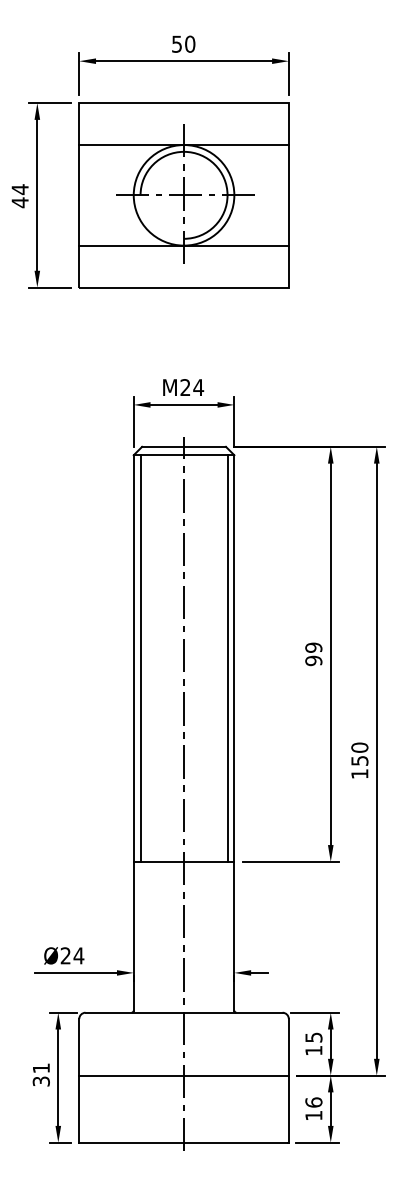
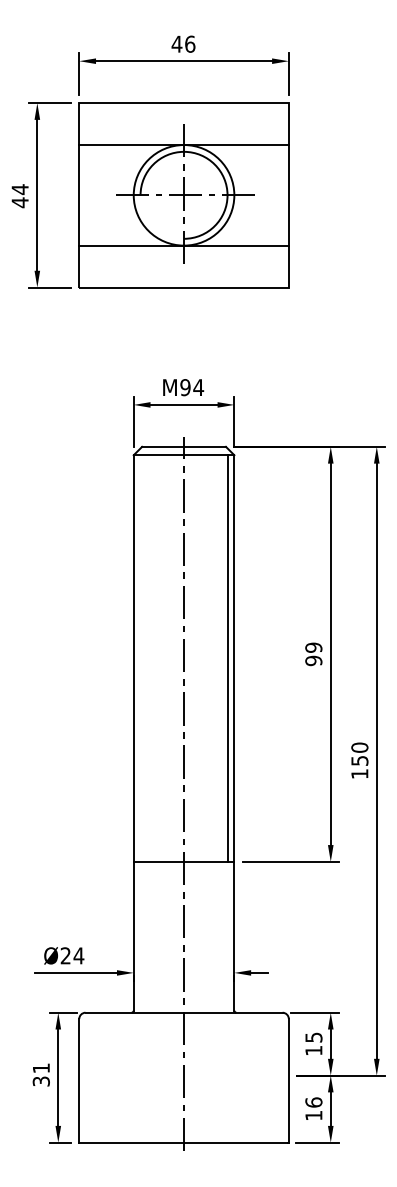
text at (183, 43): 50 -> 46
text at (185, 387): 24 -> 94
line at (140, 658): present -> none
line at (183, 1075): present -> none
